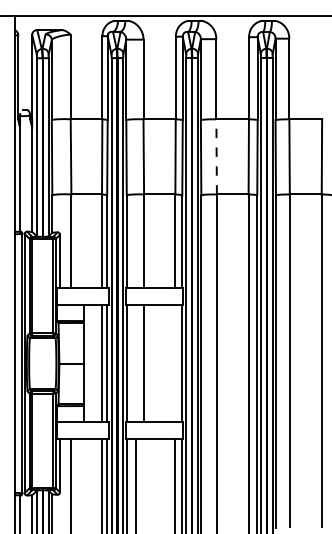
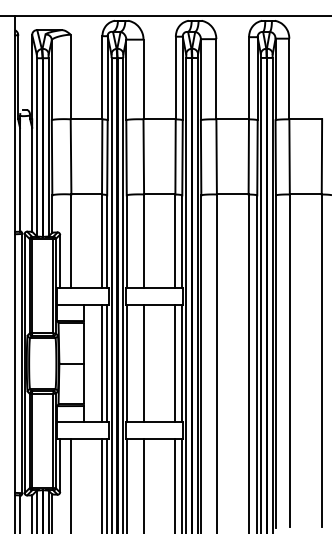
line at (216, 156): dashed -> solid
line at (175, 363): none -> present
line at (136, 484) position: (136, 484) -> (144, 484)
